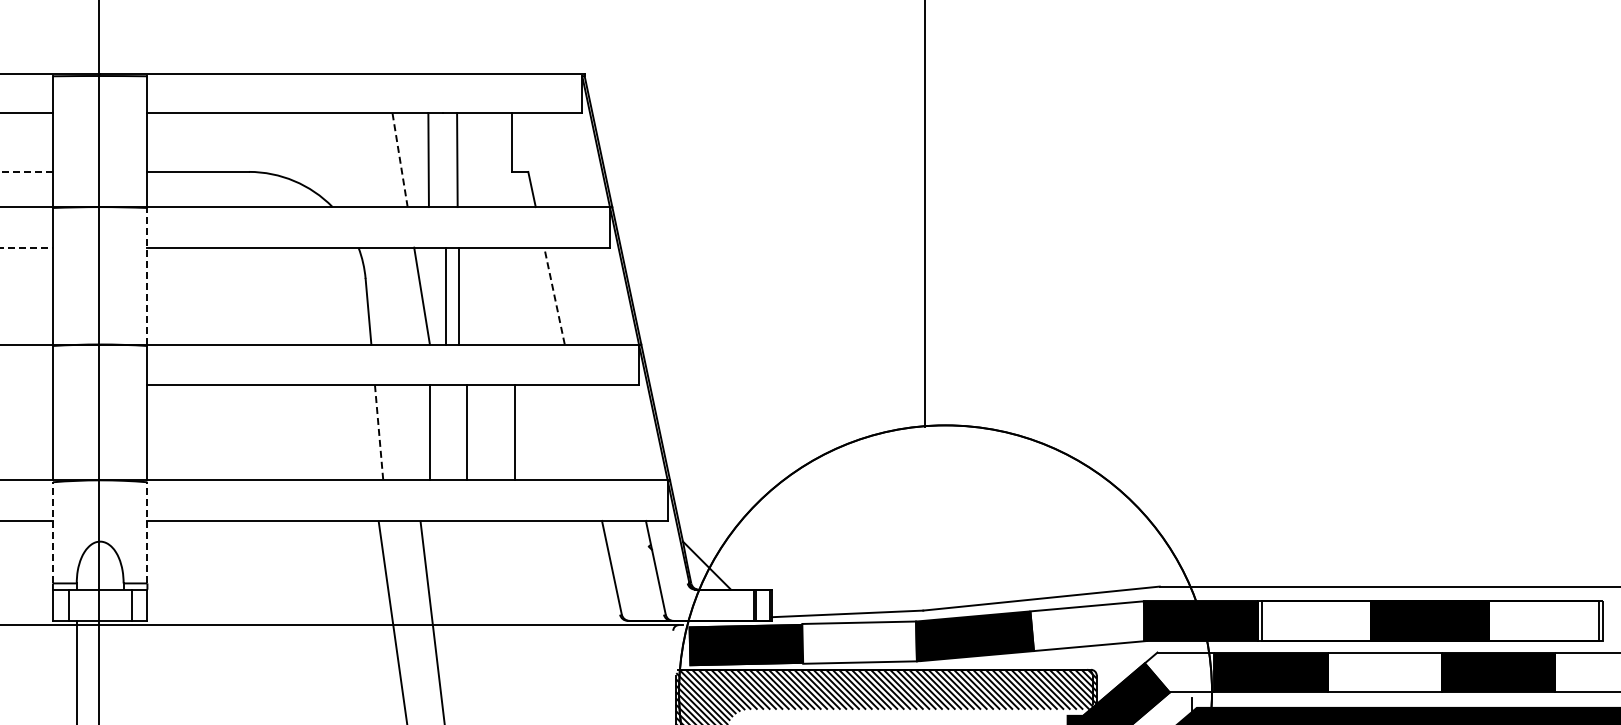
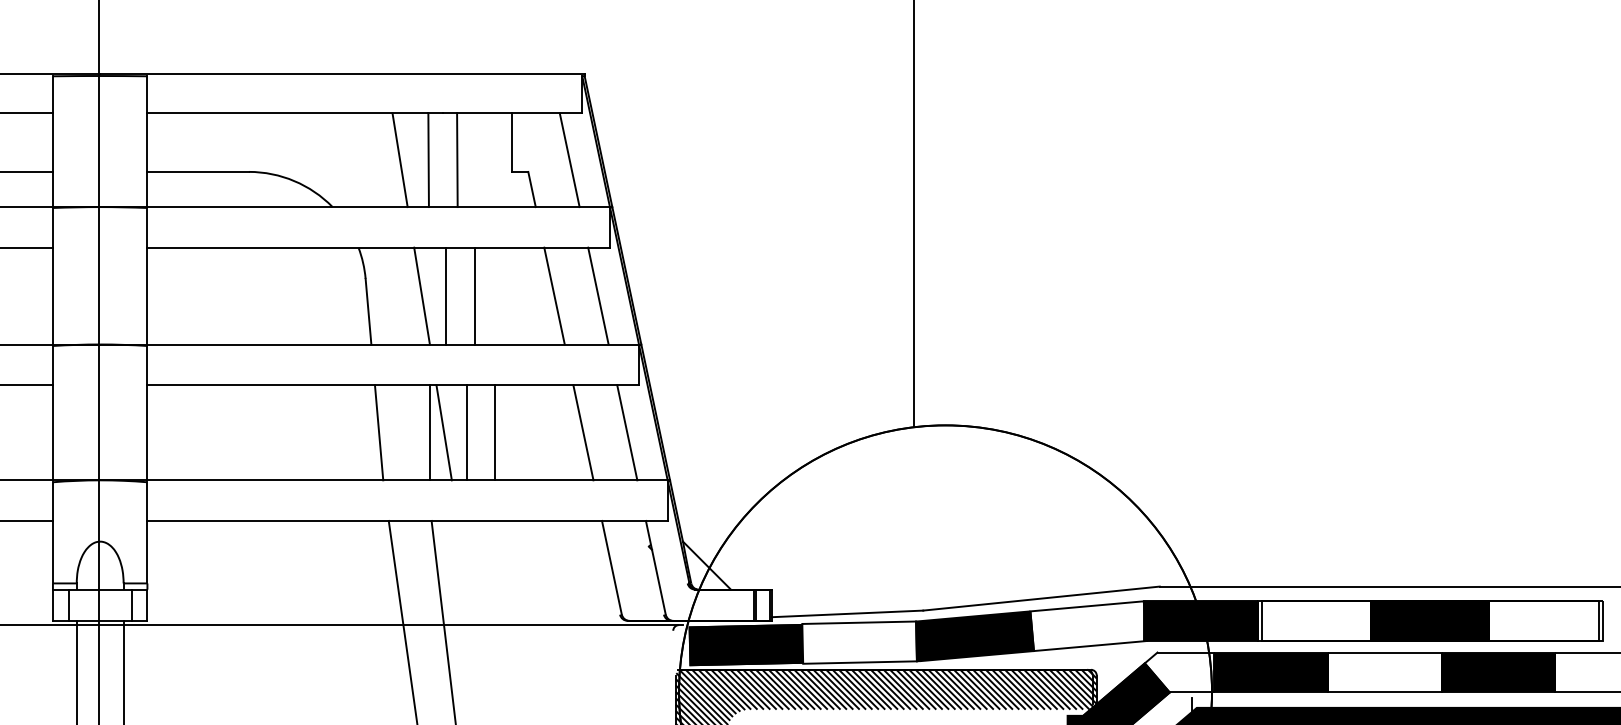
line at (400, 160): dashed -> solid
line at (569, 160): none -> present
line at (26, 171): dashed -> solid
line at (924, 214) position: (924, 214) -> (913, 214)
line at (26, 247): dashed -> solid
line at (147, 275): dashed -> solid
line at (459, 295) position: (459, 295) -> (475, 295)
line at (554, 295): dashed -> solid
line at (598, 295): none -> present
line at (27, 385): none -> present
line at (379, 432): dashed -> solid
line at (443, 432): none -> present
line at (515, 432) position: (515, 432) -> (495, 432)
line at (583, 432): none -> present
line at (627, 432): none -> present
line at (52, 532): dashed -> solid
line at (147, 532): dashed -> solid
line at (392, 621) position: (392, 621) -> (402, 620)
line at (432, 621) position: (432, 621) -> (443, 620)
line at (123, 670): none -> present
